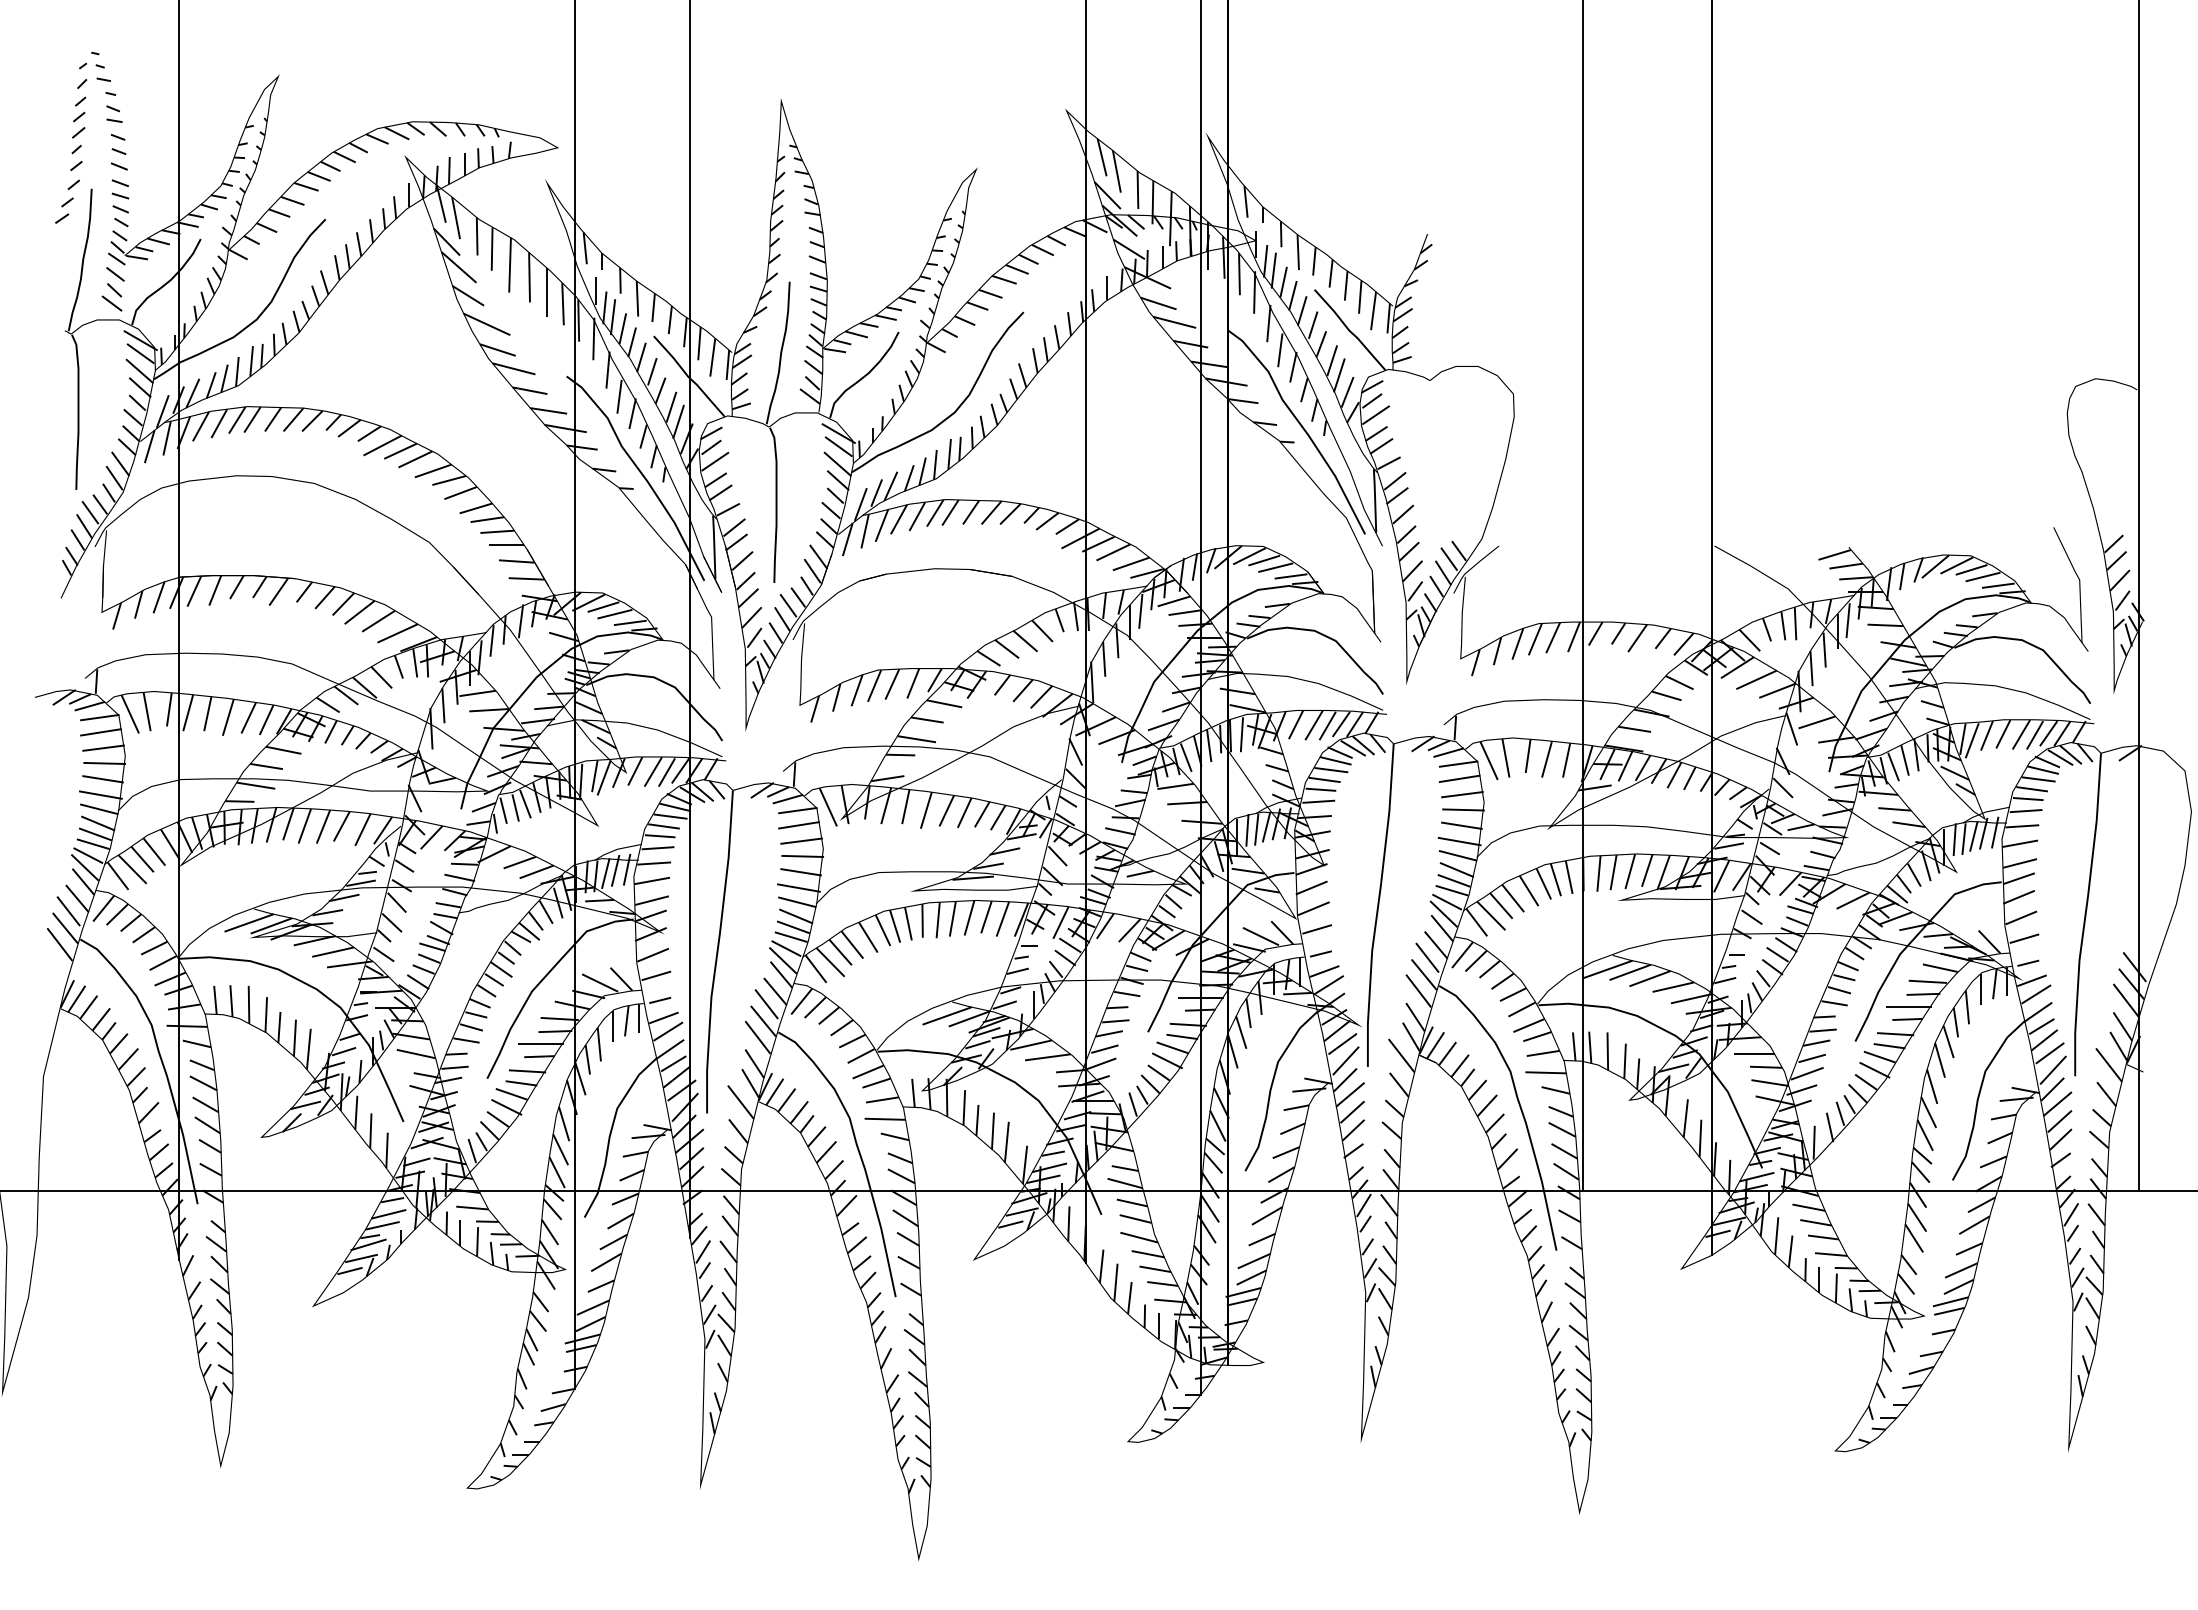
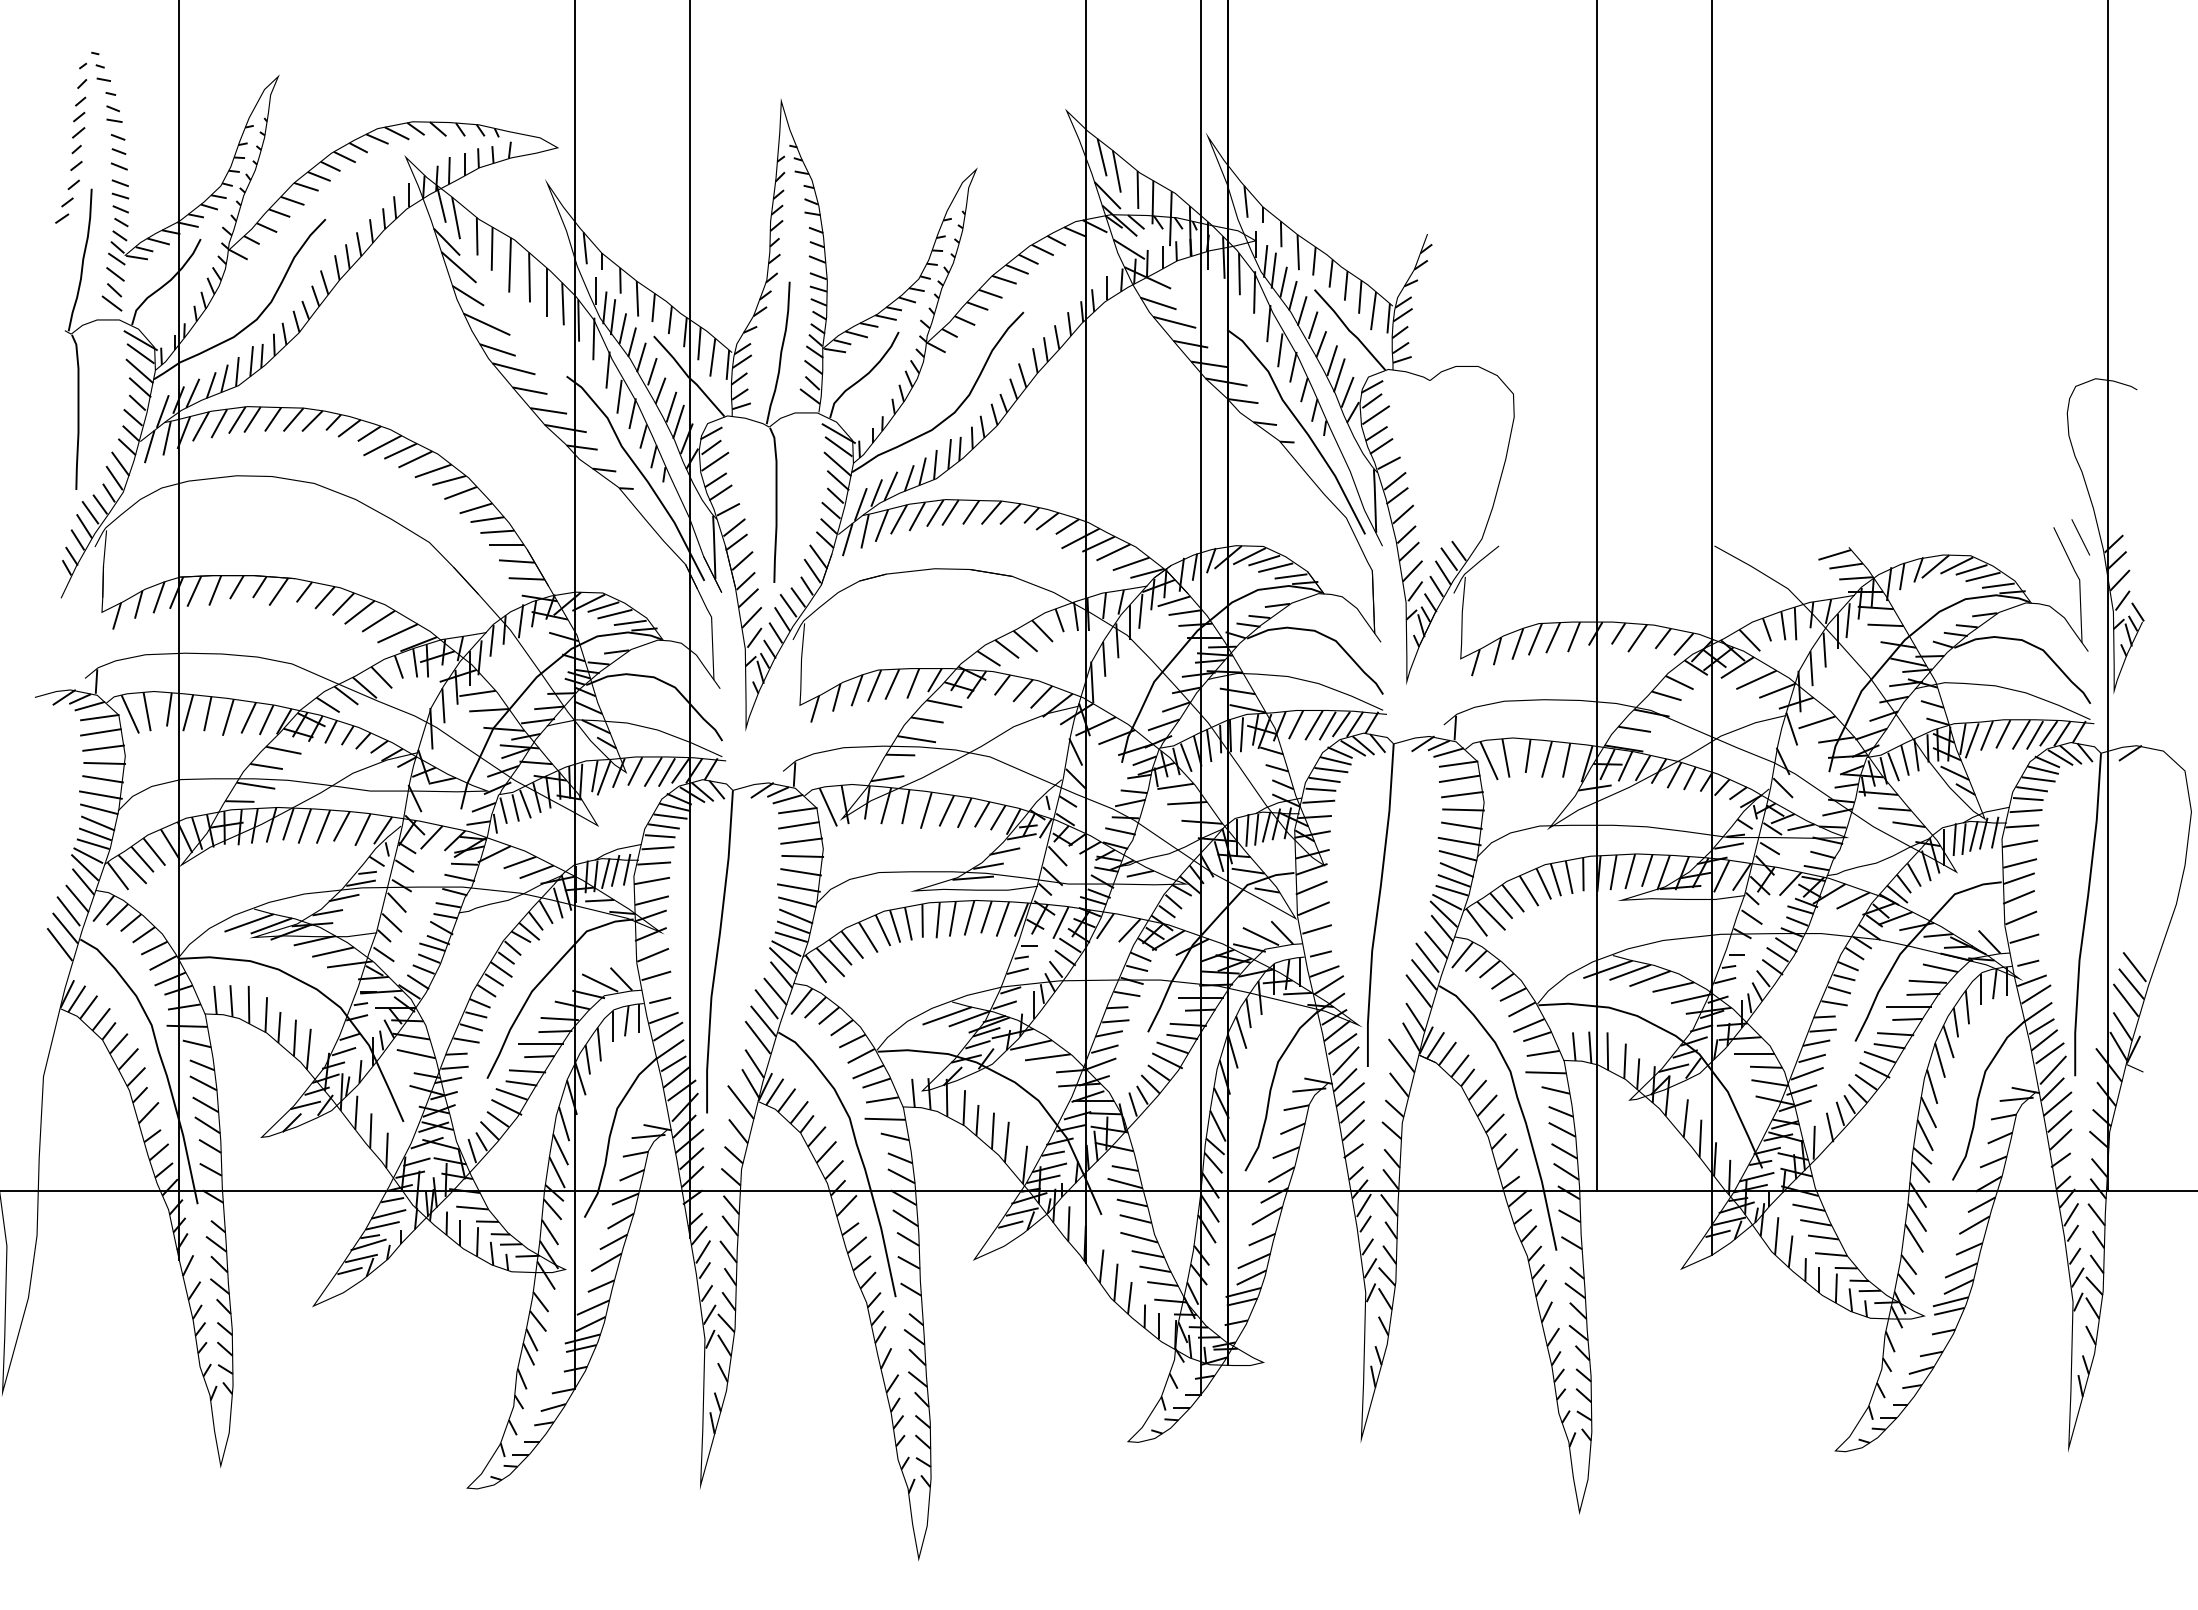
line at (2080, 537): none -> present
line at (1582, 596) position: (1582, 596) -> (1596, 596)
line at (2138, 596) position: (2138, 596) -> (2107, 596)
